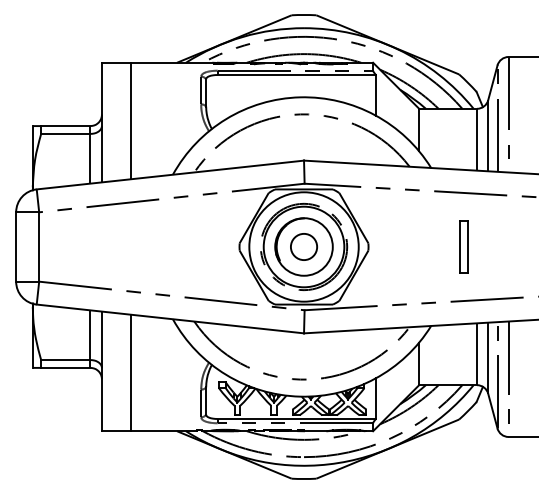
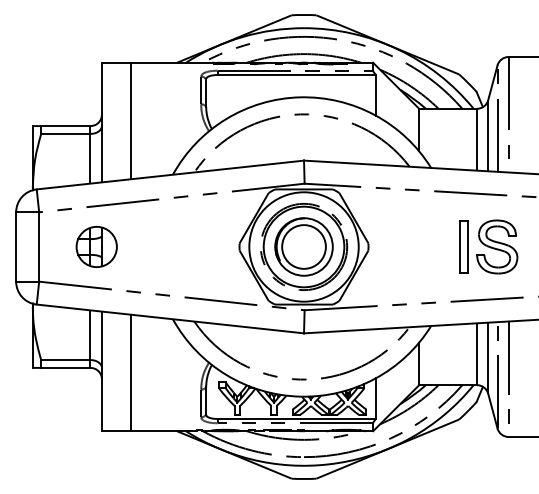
part at (96, 246): none -> present
circle at (303, 246) diameter: 26 px -> 44 px
part at (497, 246): none -> present
